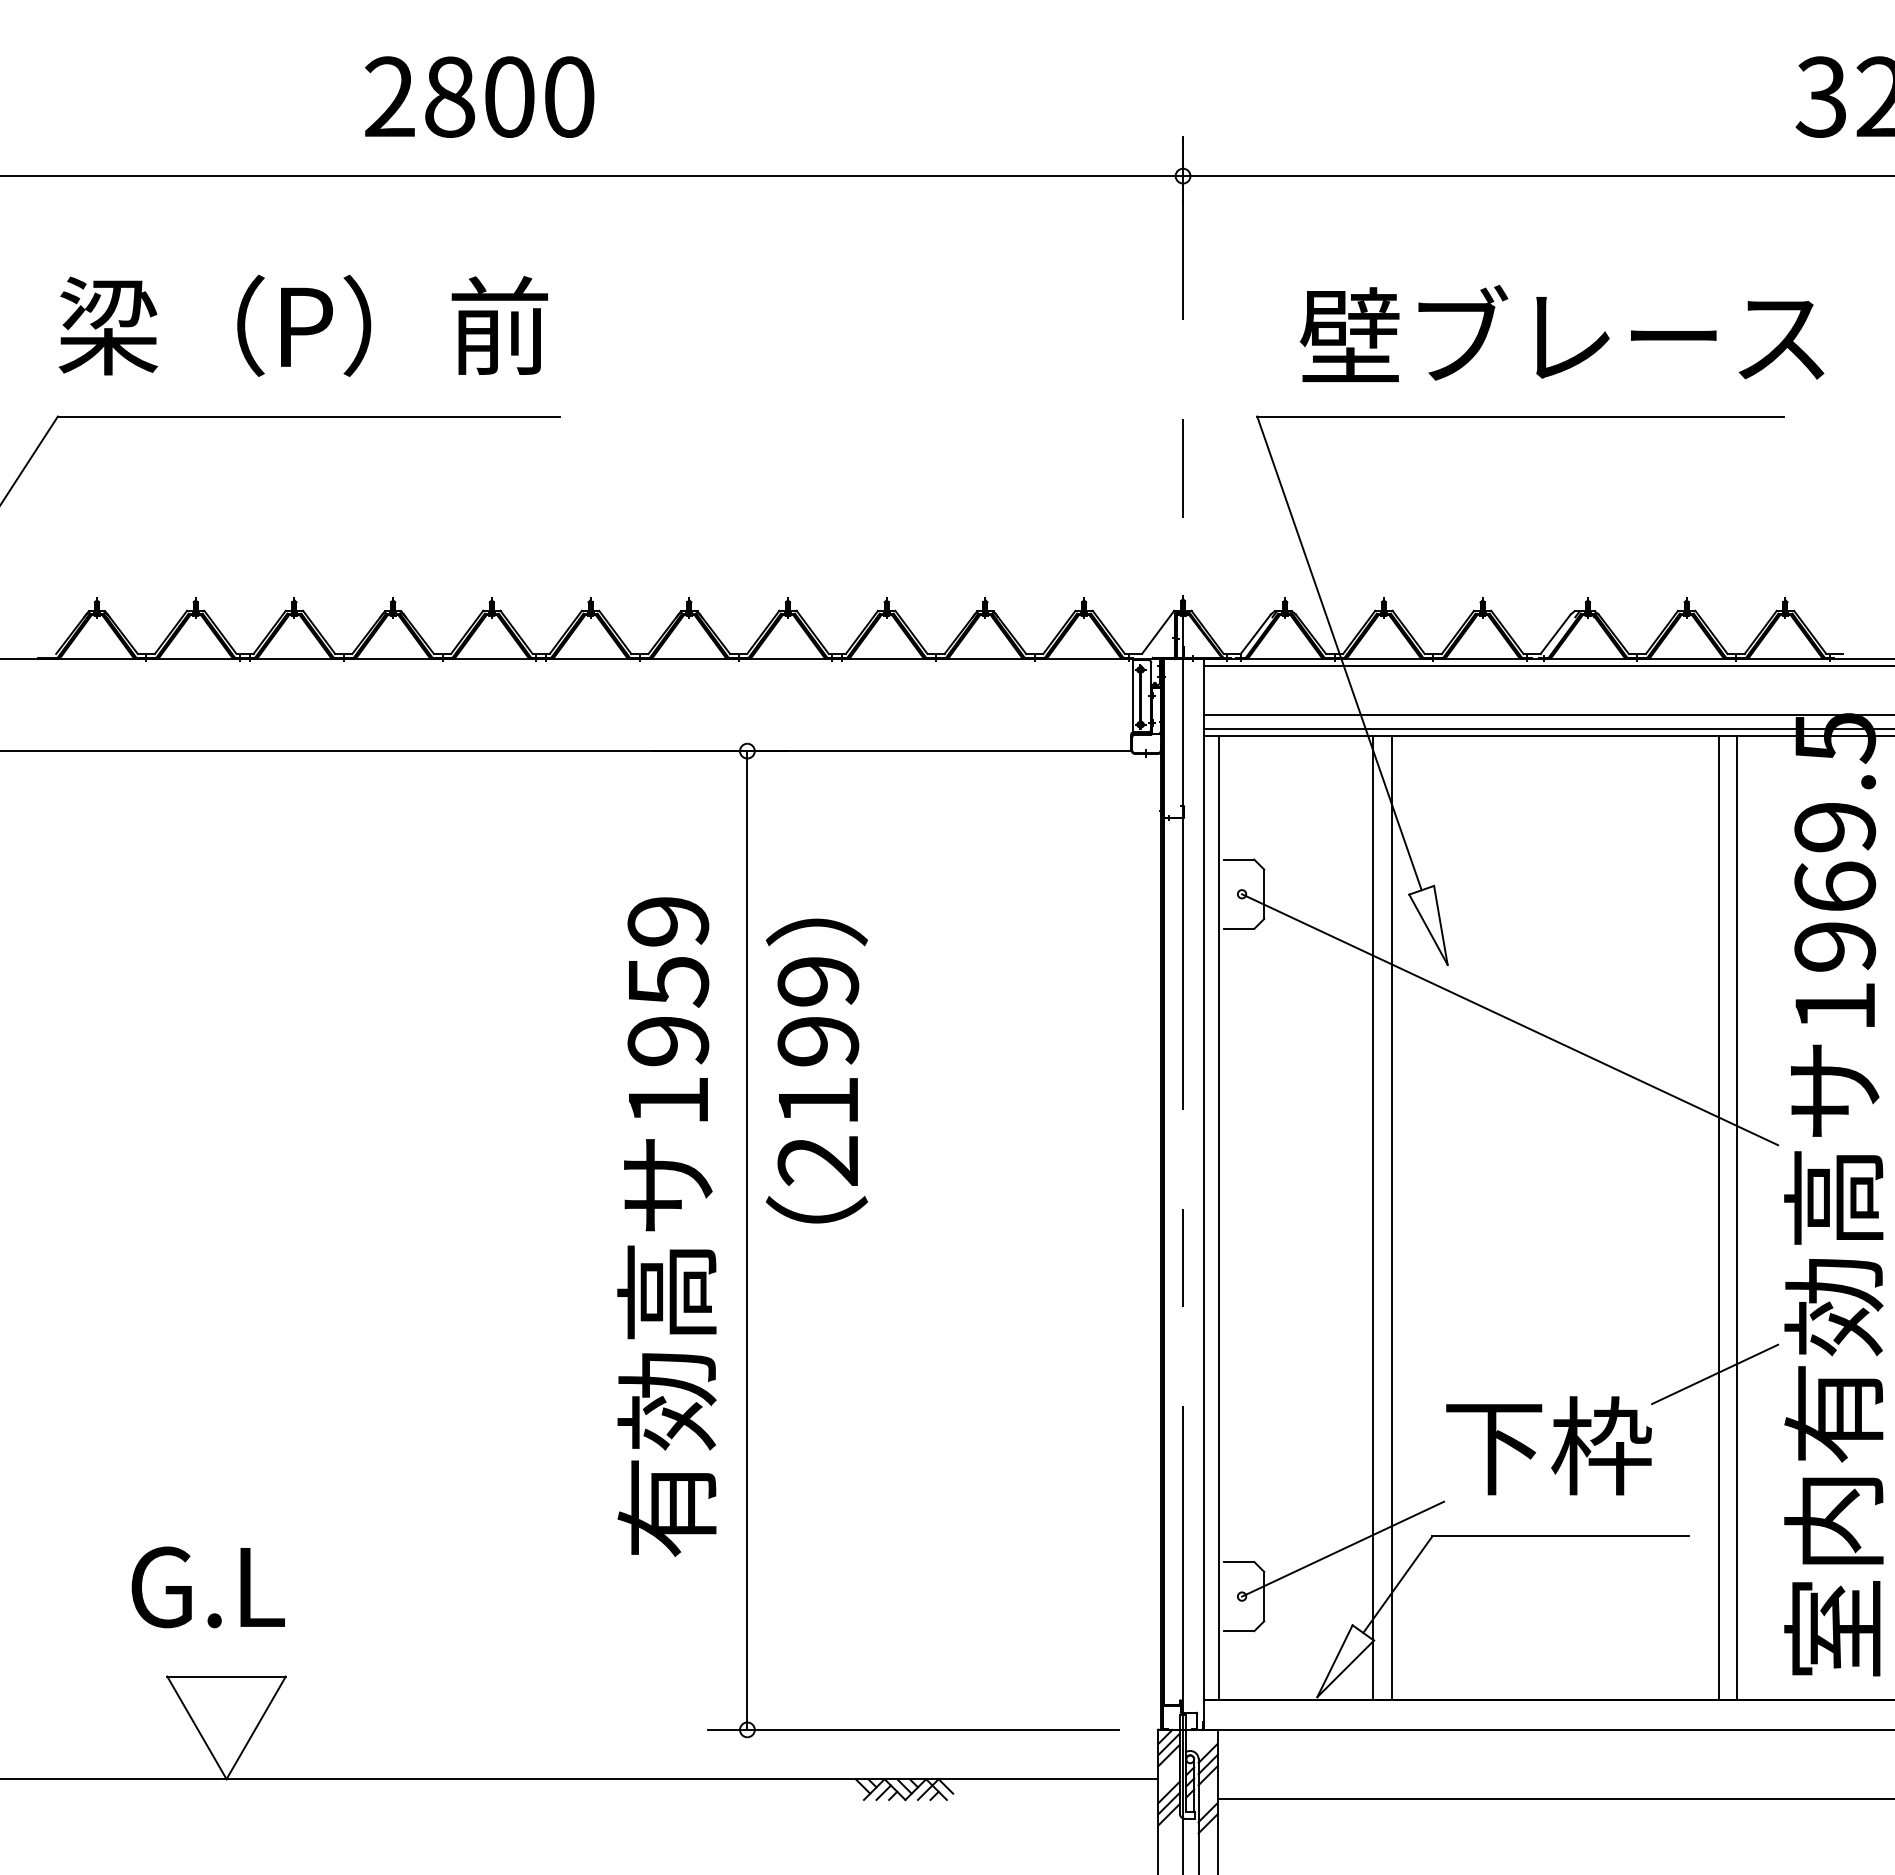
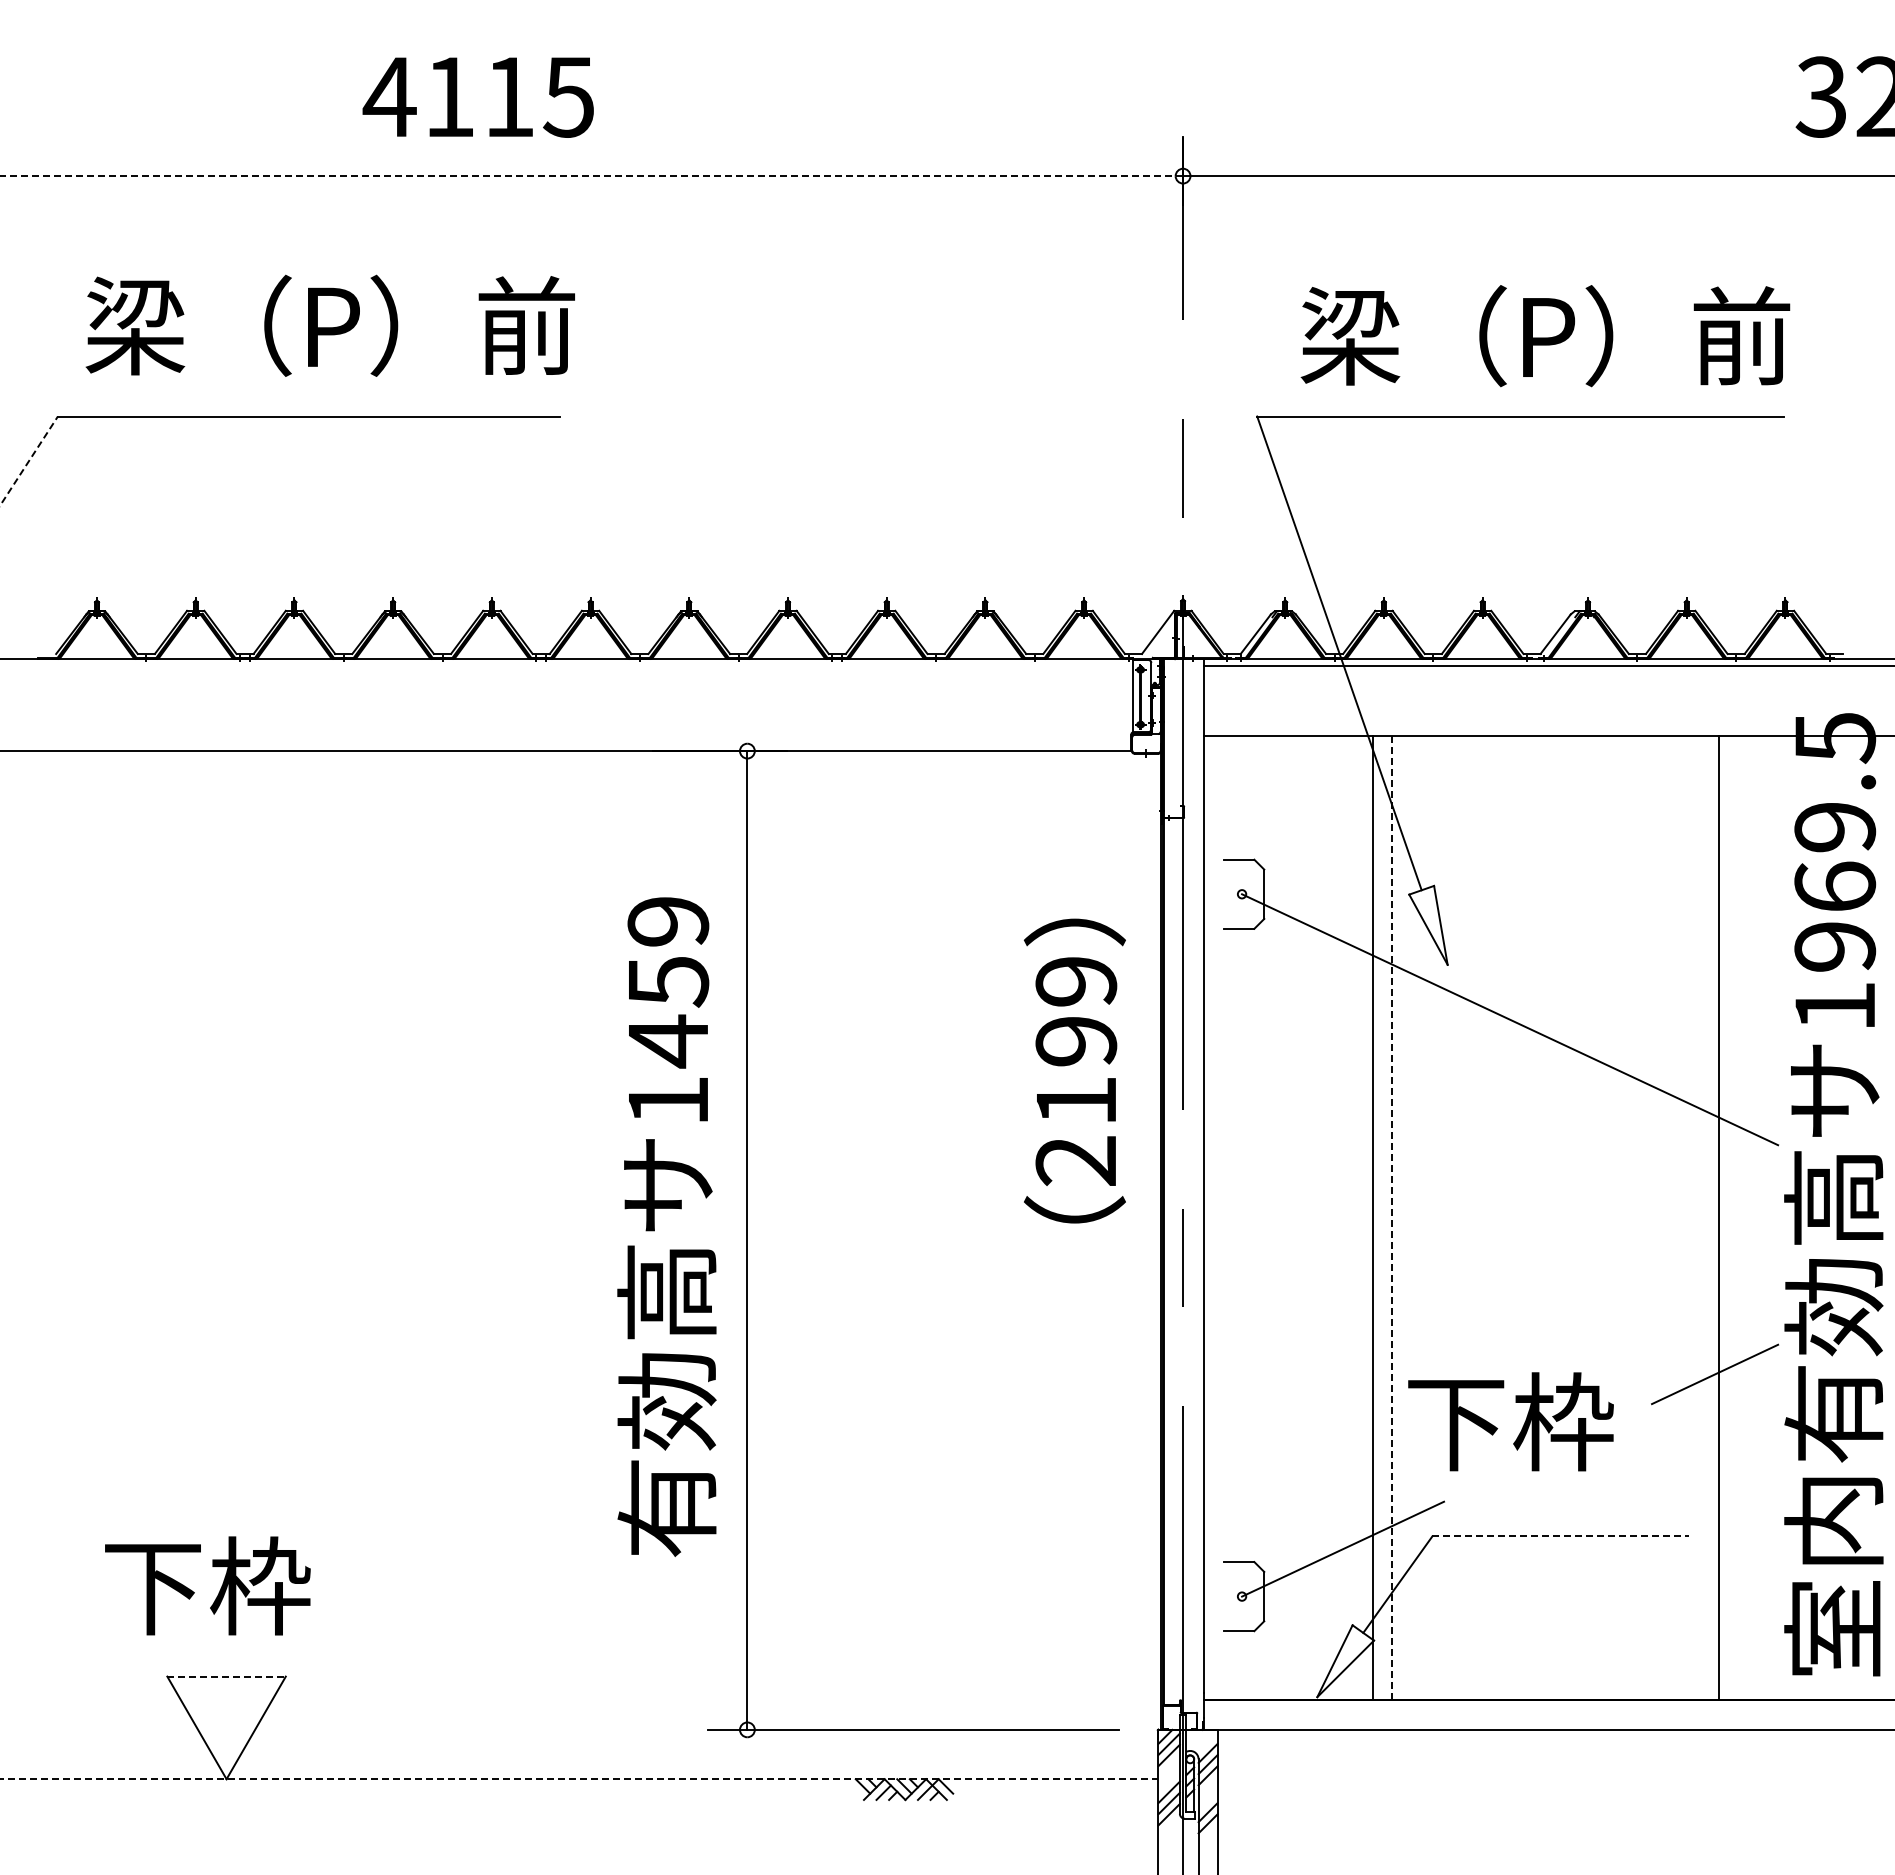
text at (478, 96): 2800 -> 4115
line at (591, 176): solid -> dashed
text at (302, 325) position: (302, 325) -> (329, 325)
text at (1561, 335): 壁ブレース -> 梁（P）前
line at (29, 461): solid -> dashed
line at (1547, 715): present -> none
line at (1547, 728): present -> none
text at (668, 1041): 1959 -> 1459
text at (816, 1070) position: (816, 1070) -> (1074, 1070)
line at (1218, 1218): present -> none
line at (1391, 1218): solid -> dashed
line at (1737, 1218): present -> none
text at (1548, 1445) position: (1548, 1445) -> (1510, 1421)
line at (1561, 1536): solid -> dashed
text at (207, 1585): G.L -> 下枠
line at (227, 1676): solid -> dashed
line at (579, 1779): solid -> dashed
line at (1554, 1798): present -> none
